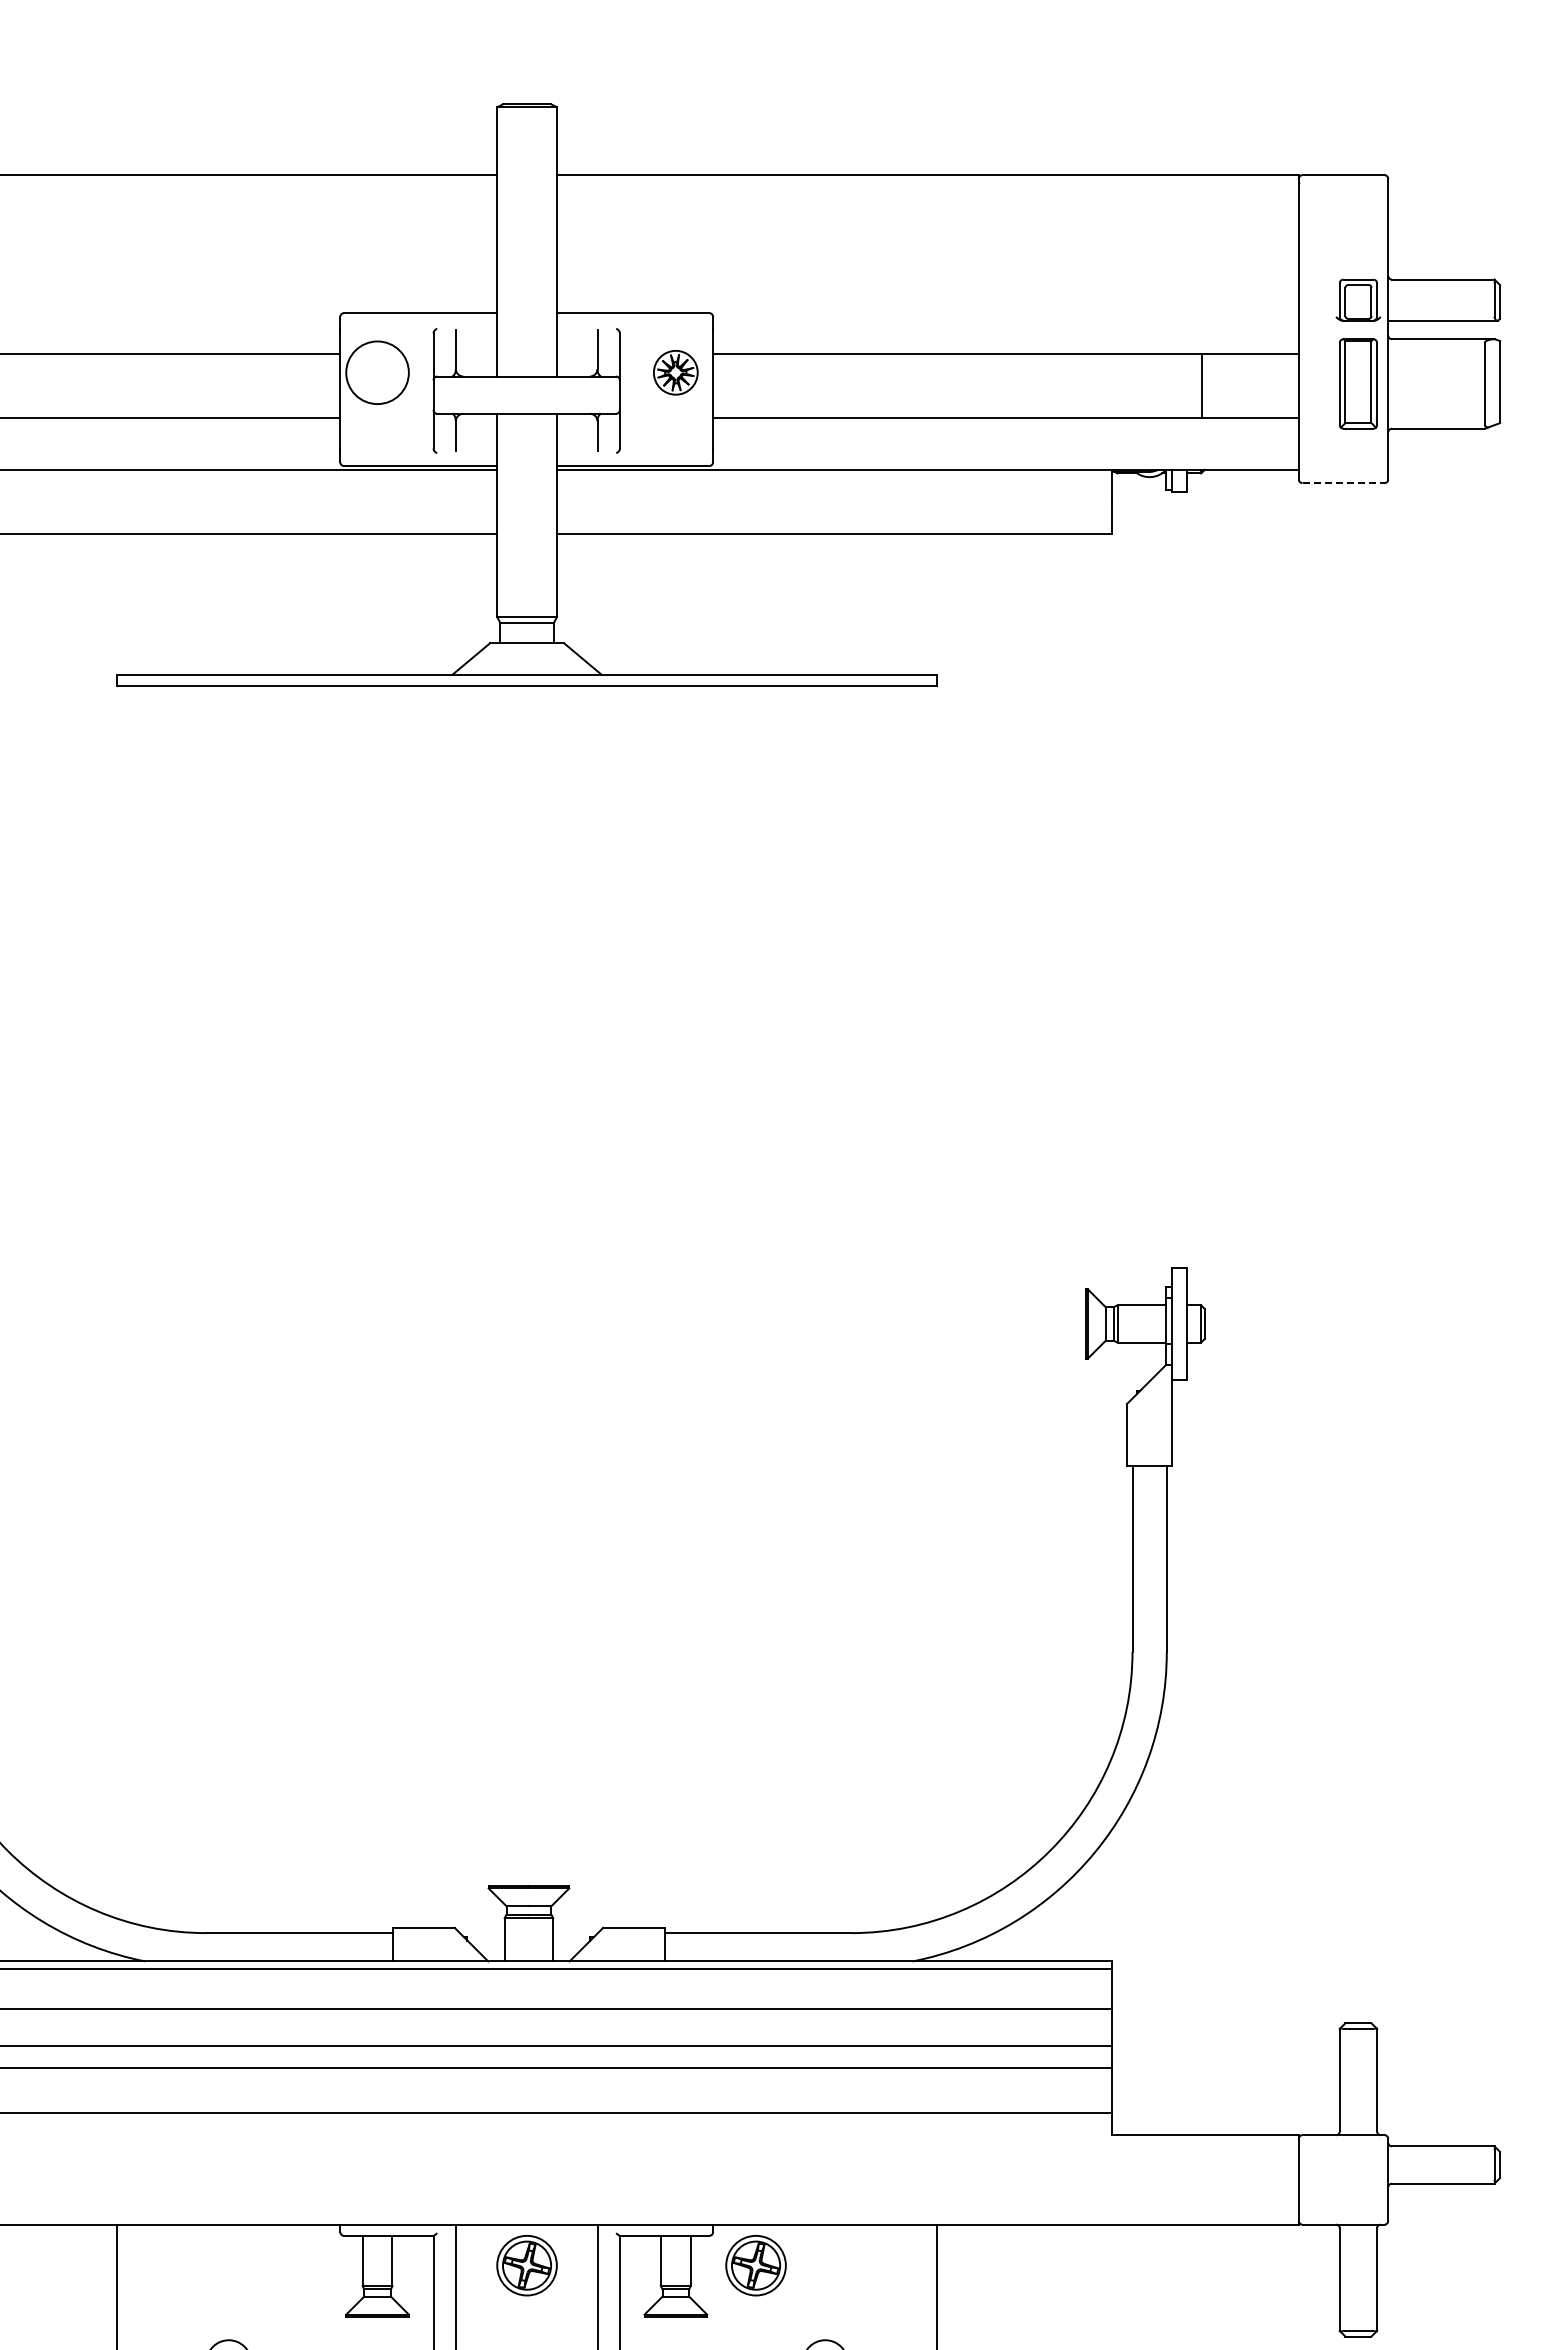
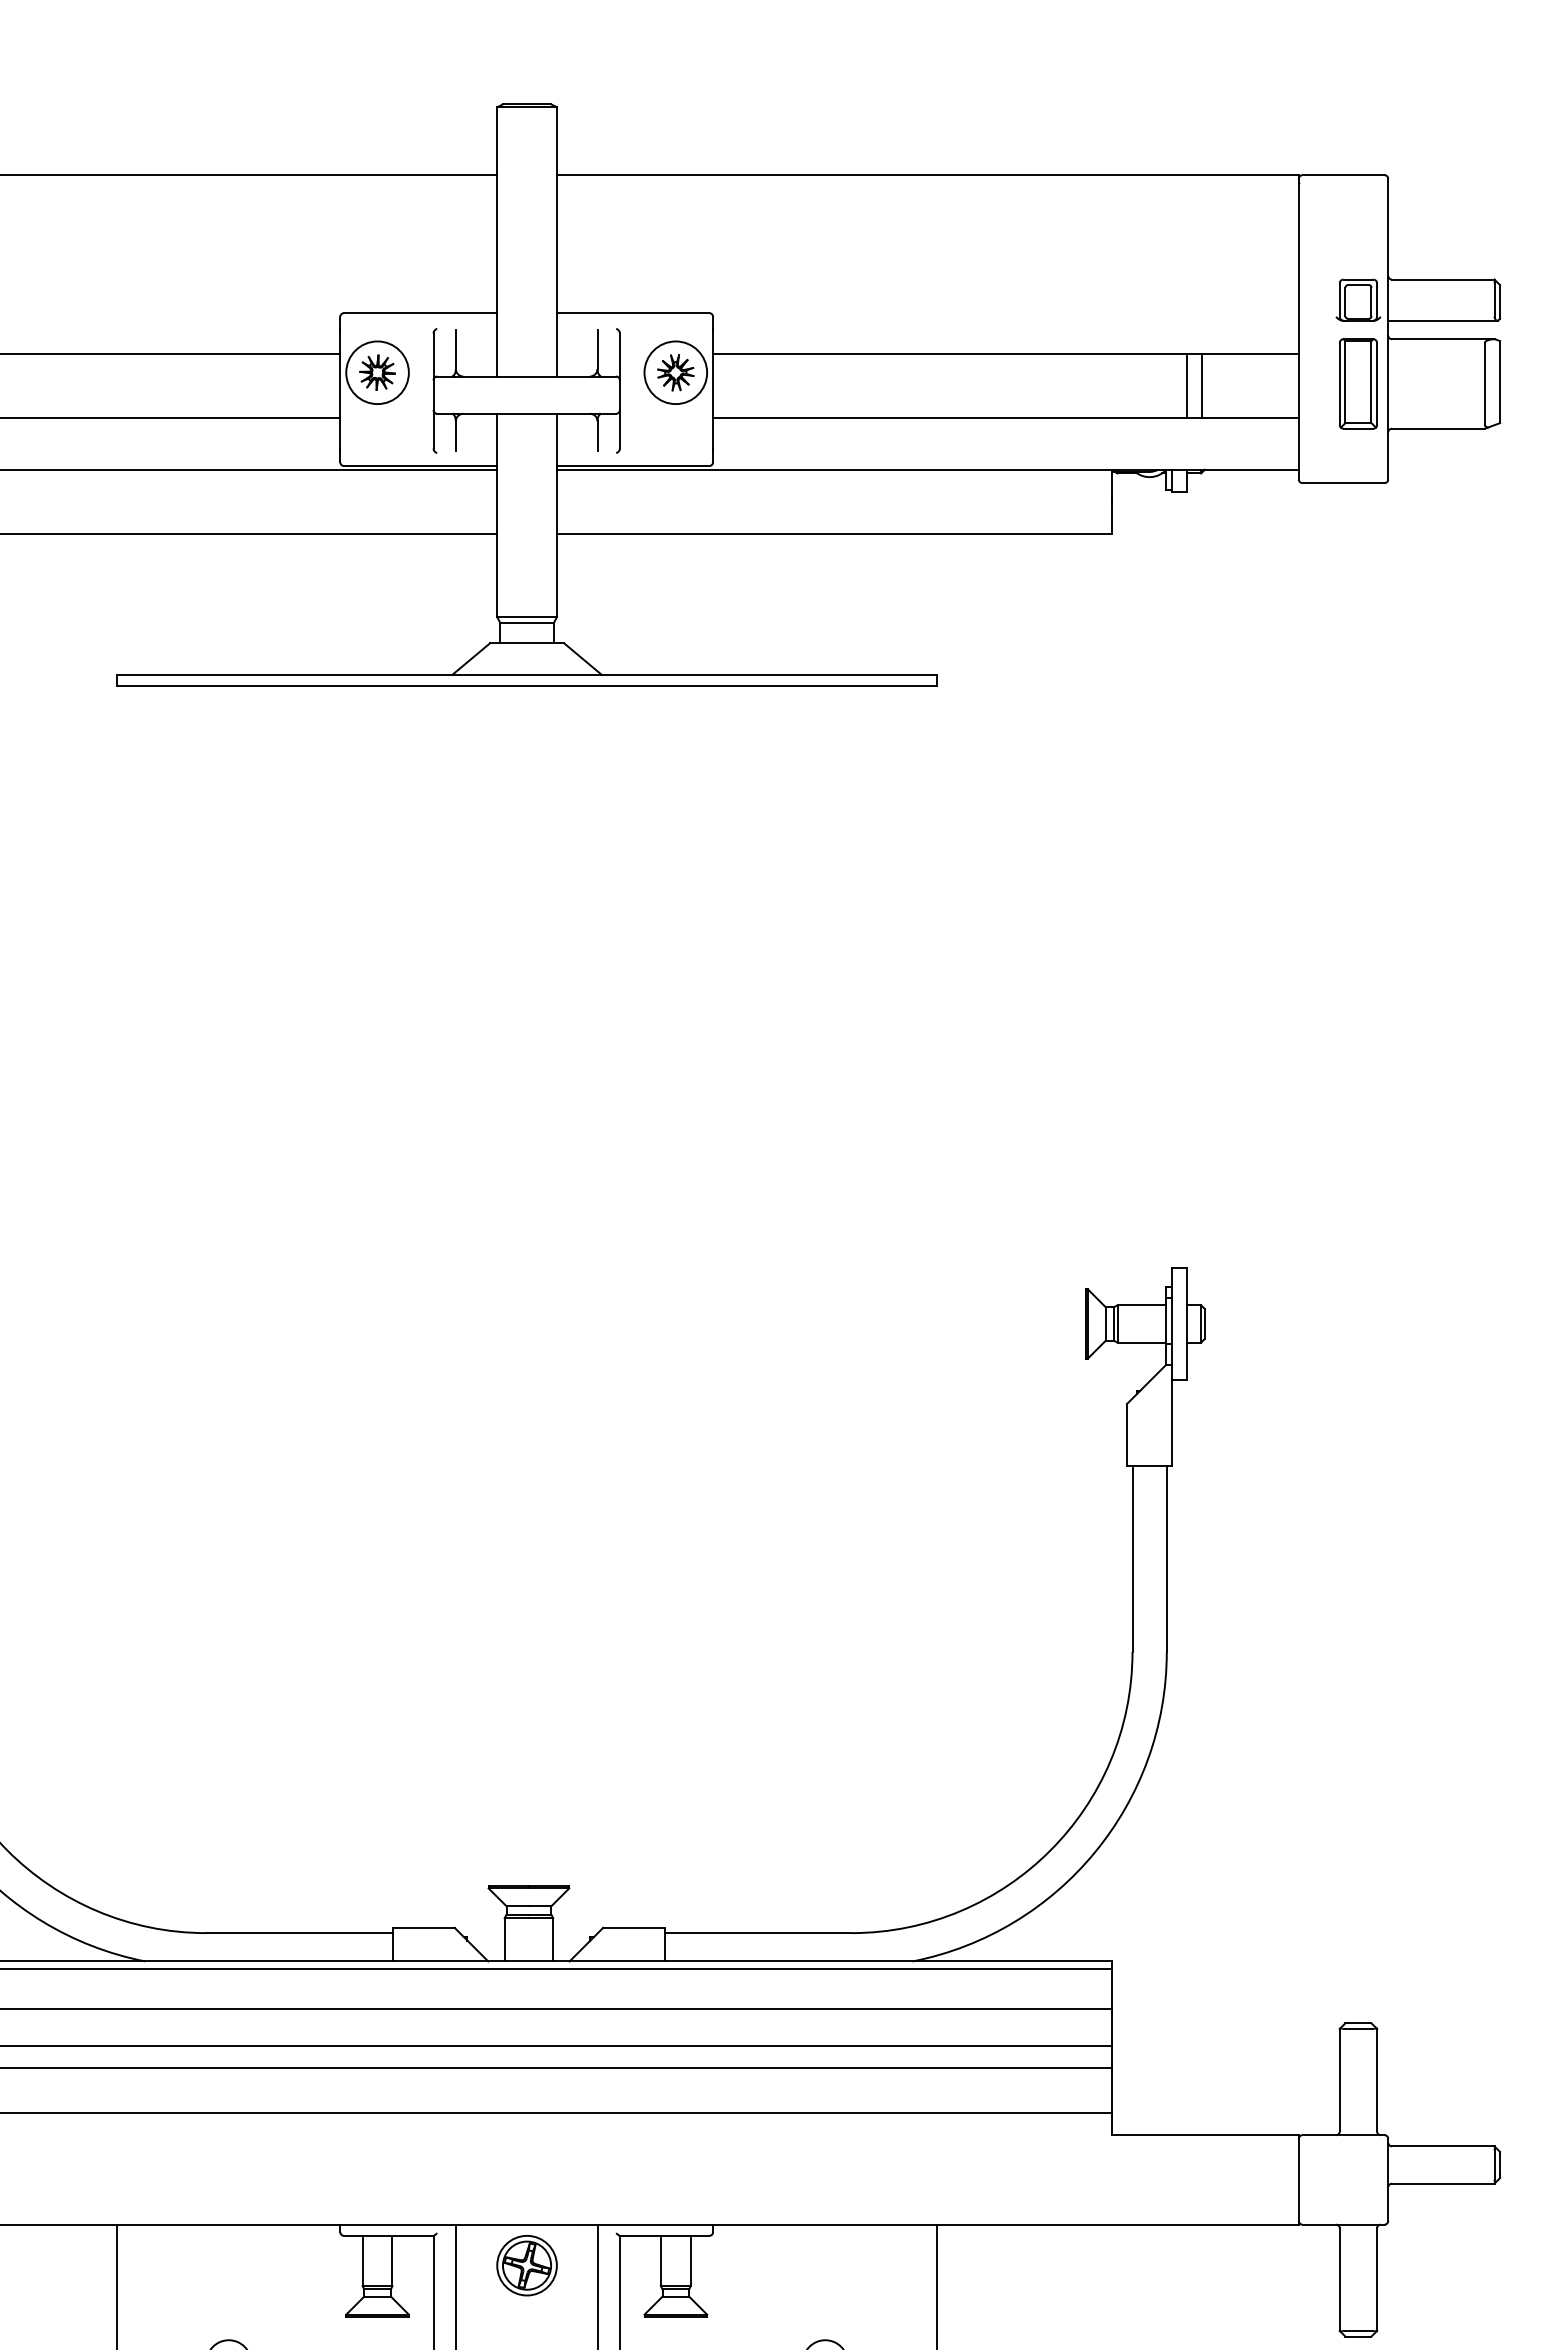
part at (377, 372): none -> present
circle at (675, 372) diameter: 44 px -> 63 px
line at (1186, 385): none -> present
line at (1344, 483): dashed -> solid
part at (755, 2265): present -> none
